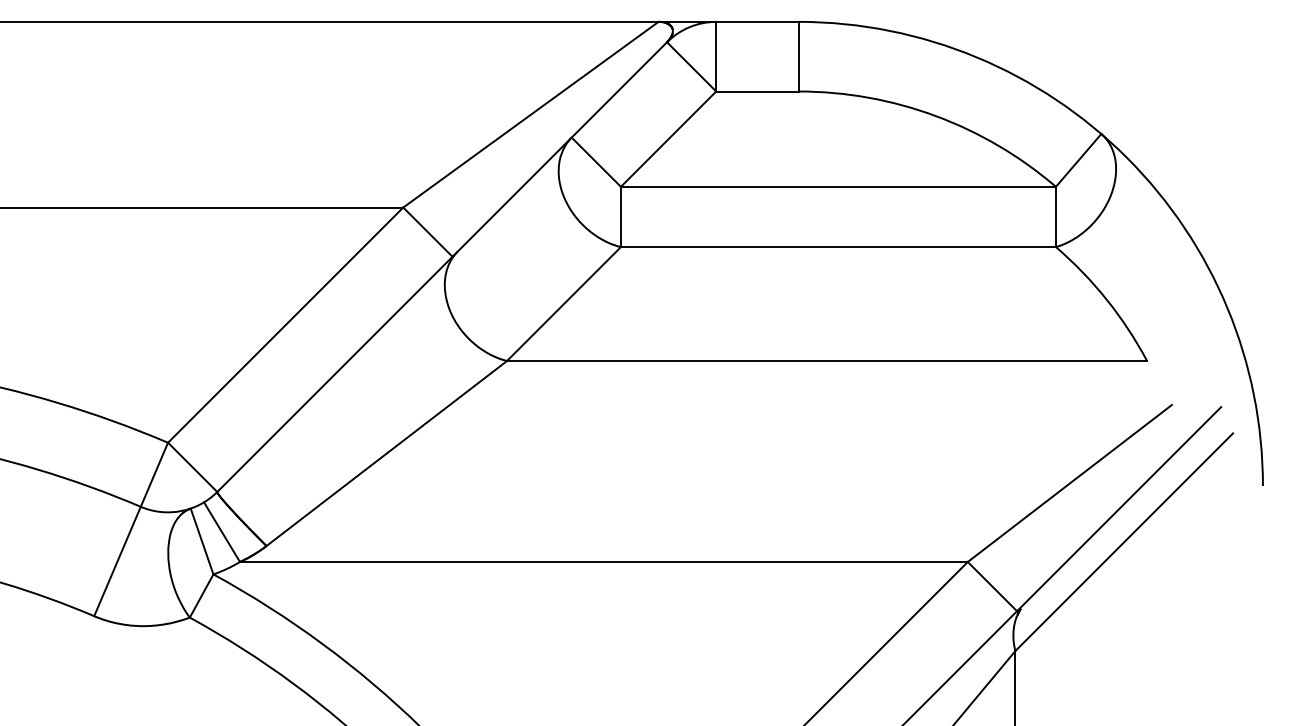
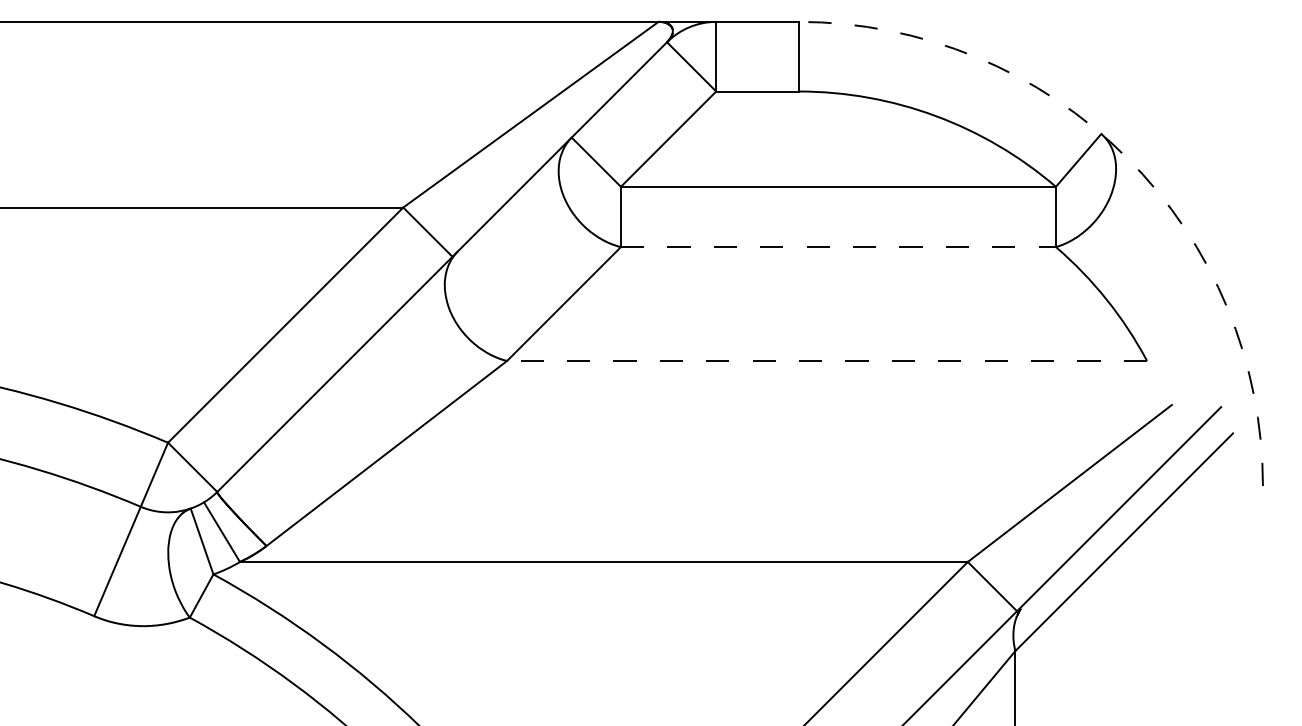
arc at (1127, 157): solid -> dashed
line at (838, 247): solid -> dashed
line at (826, 361): solid -> dashed
